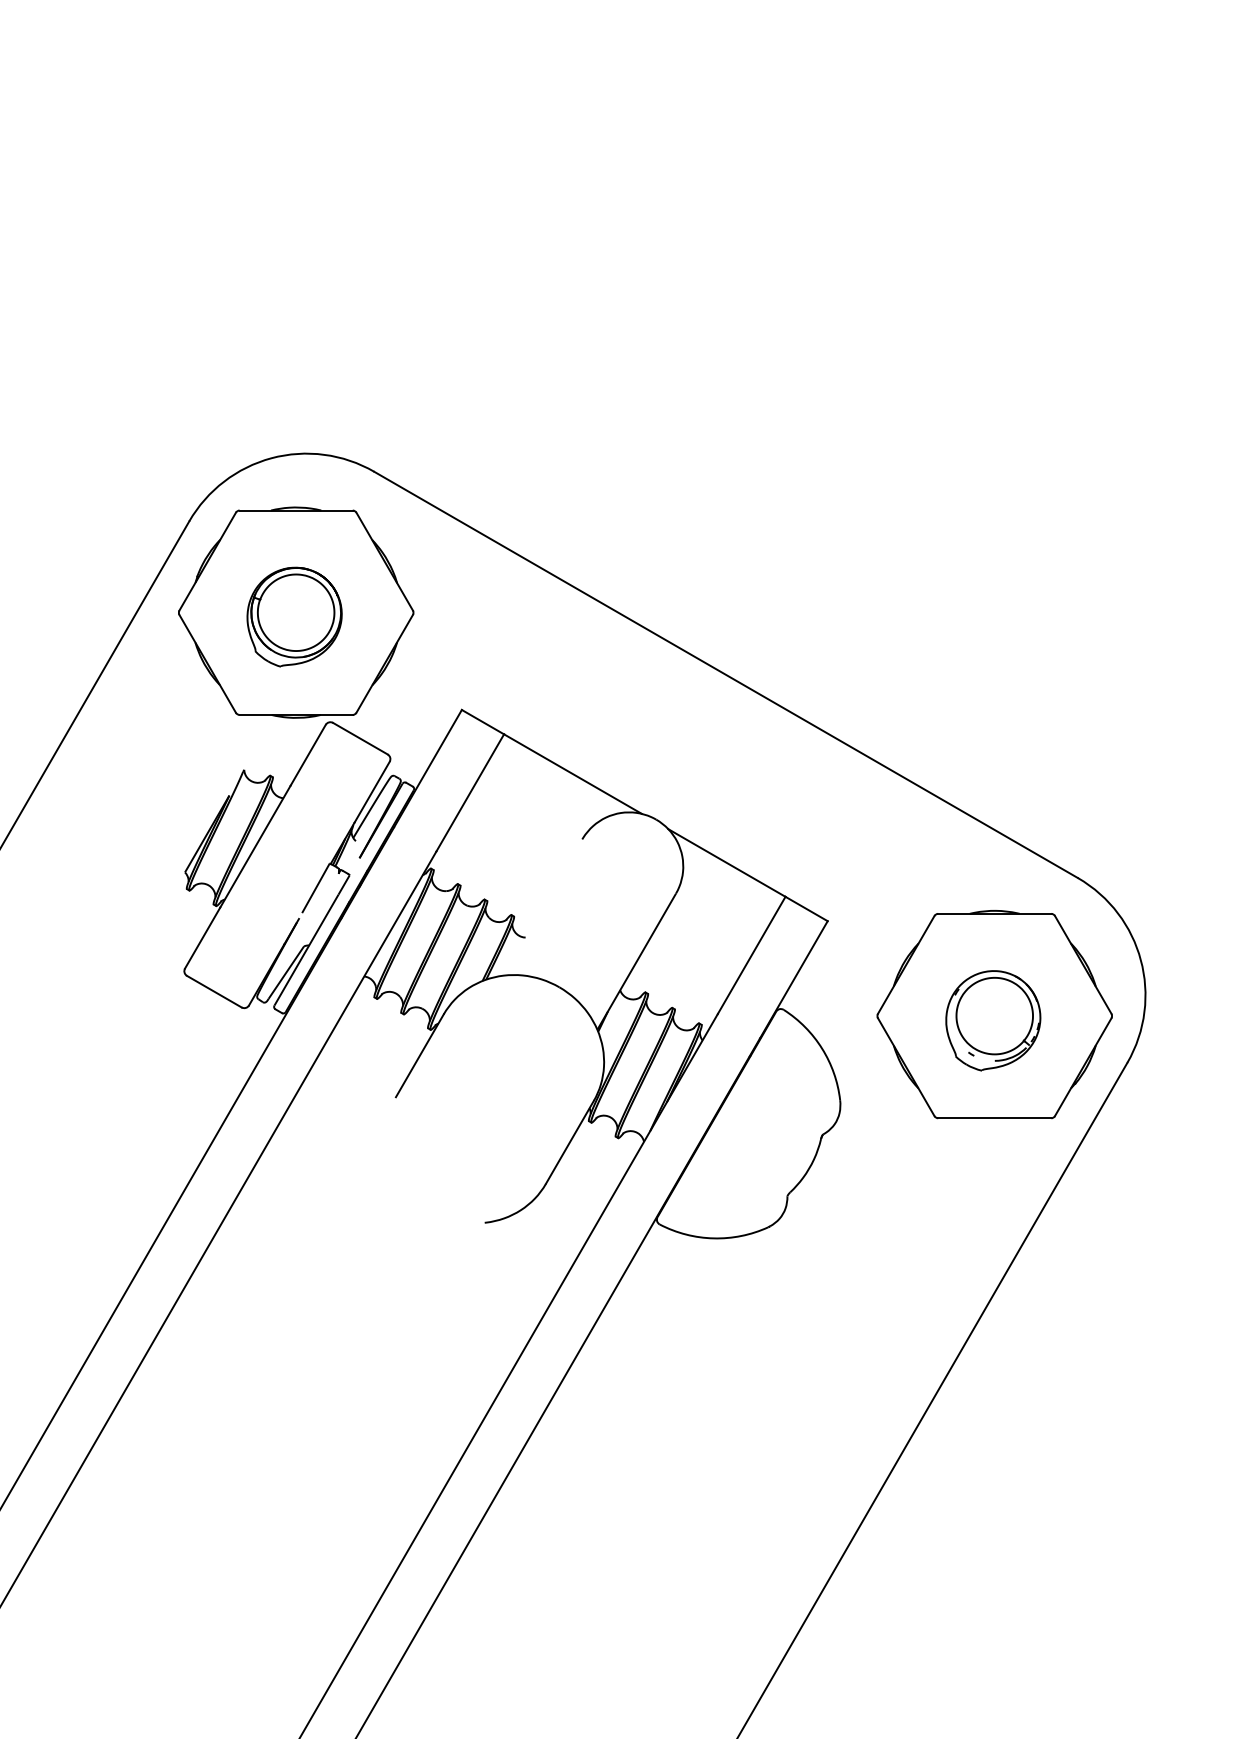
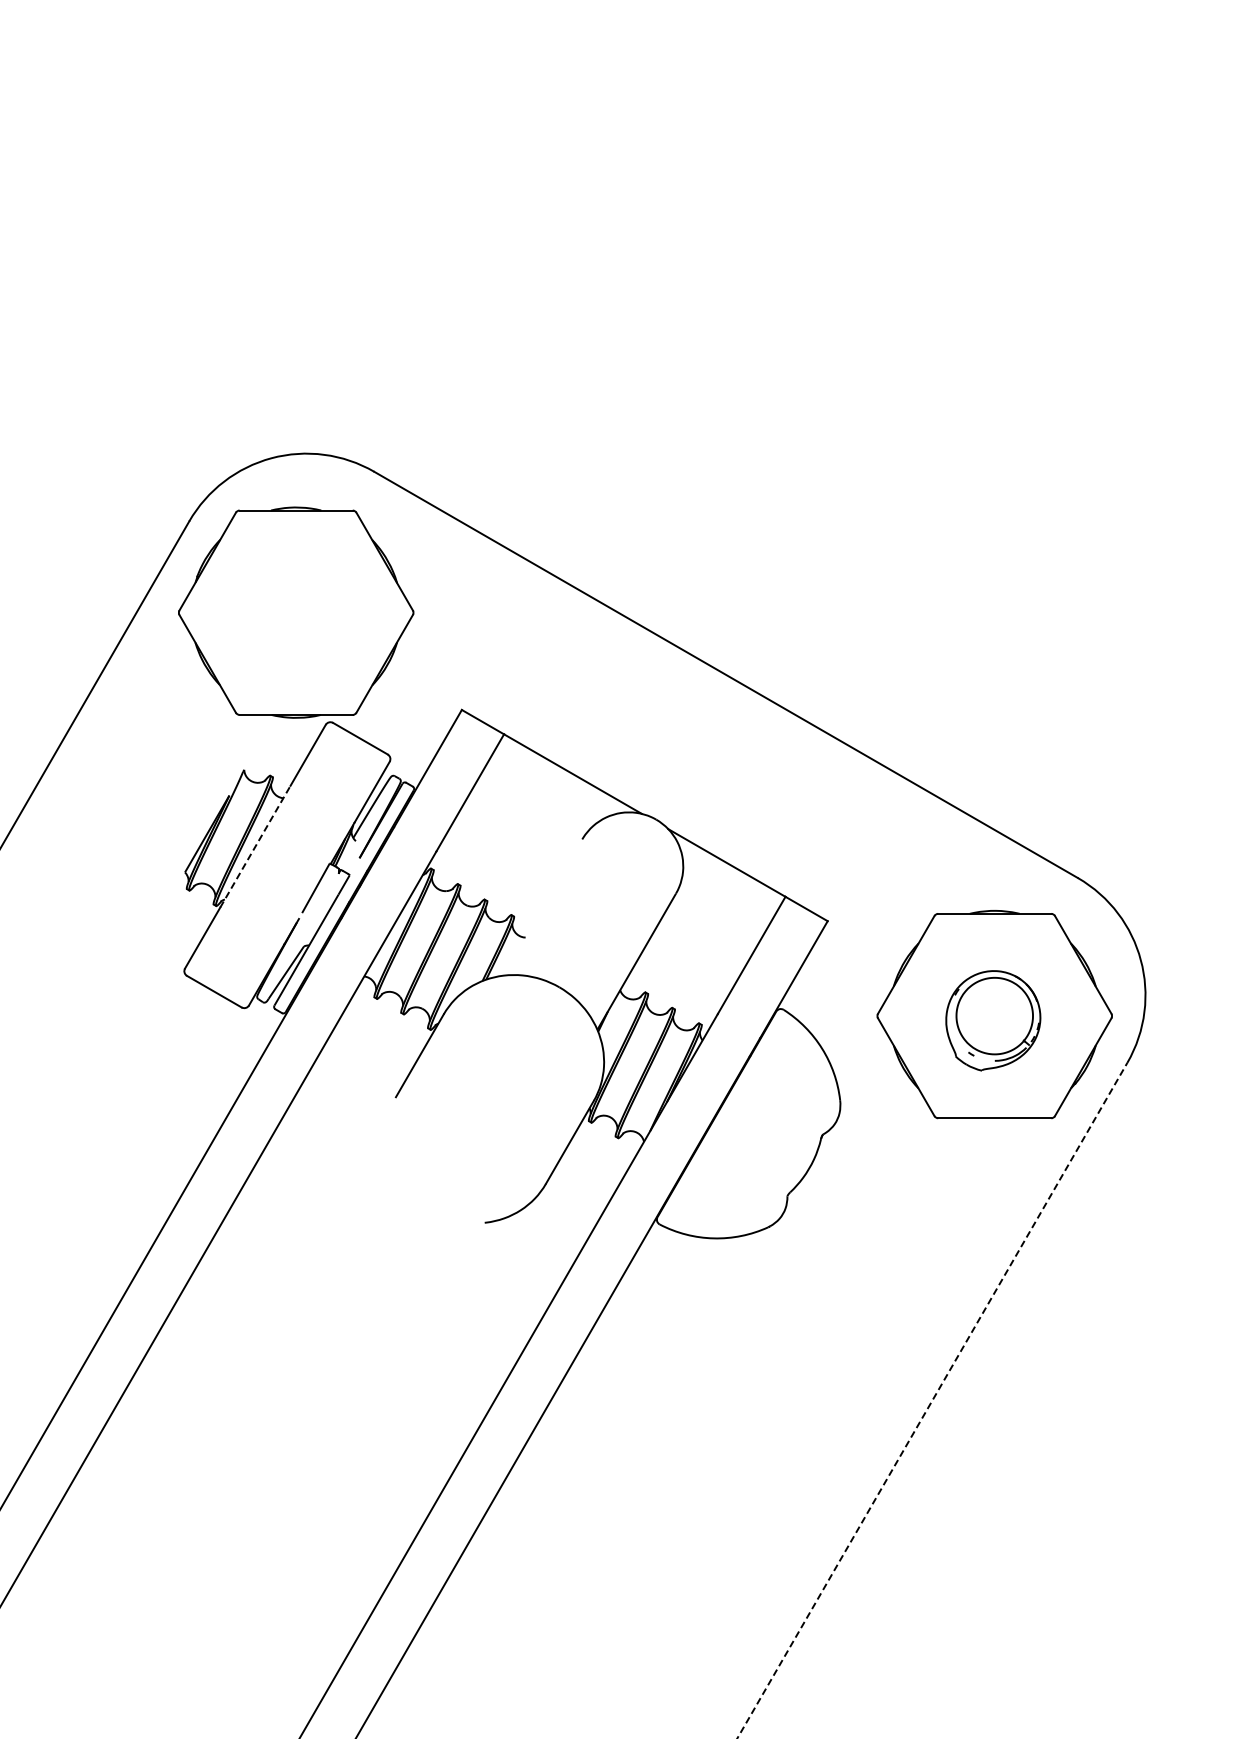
part at (294, 616): present -> none
line at (255, 846): solid -> dashed
line at (932, 1400): solid -> dashed
